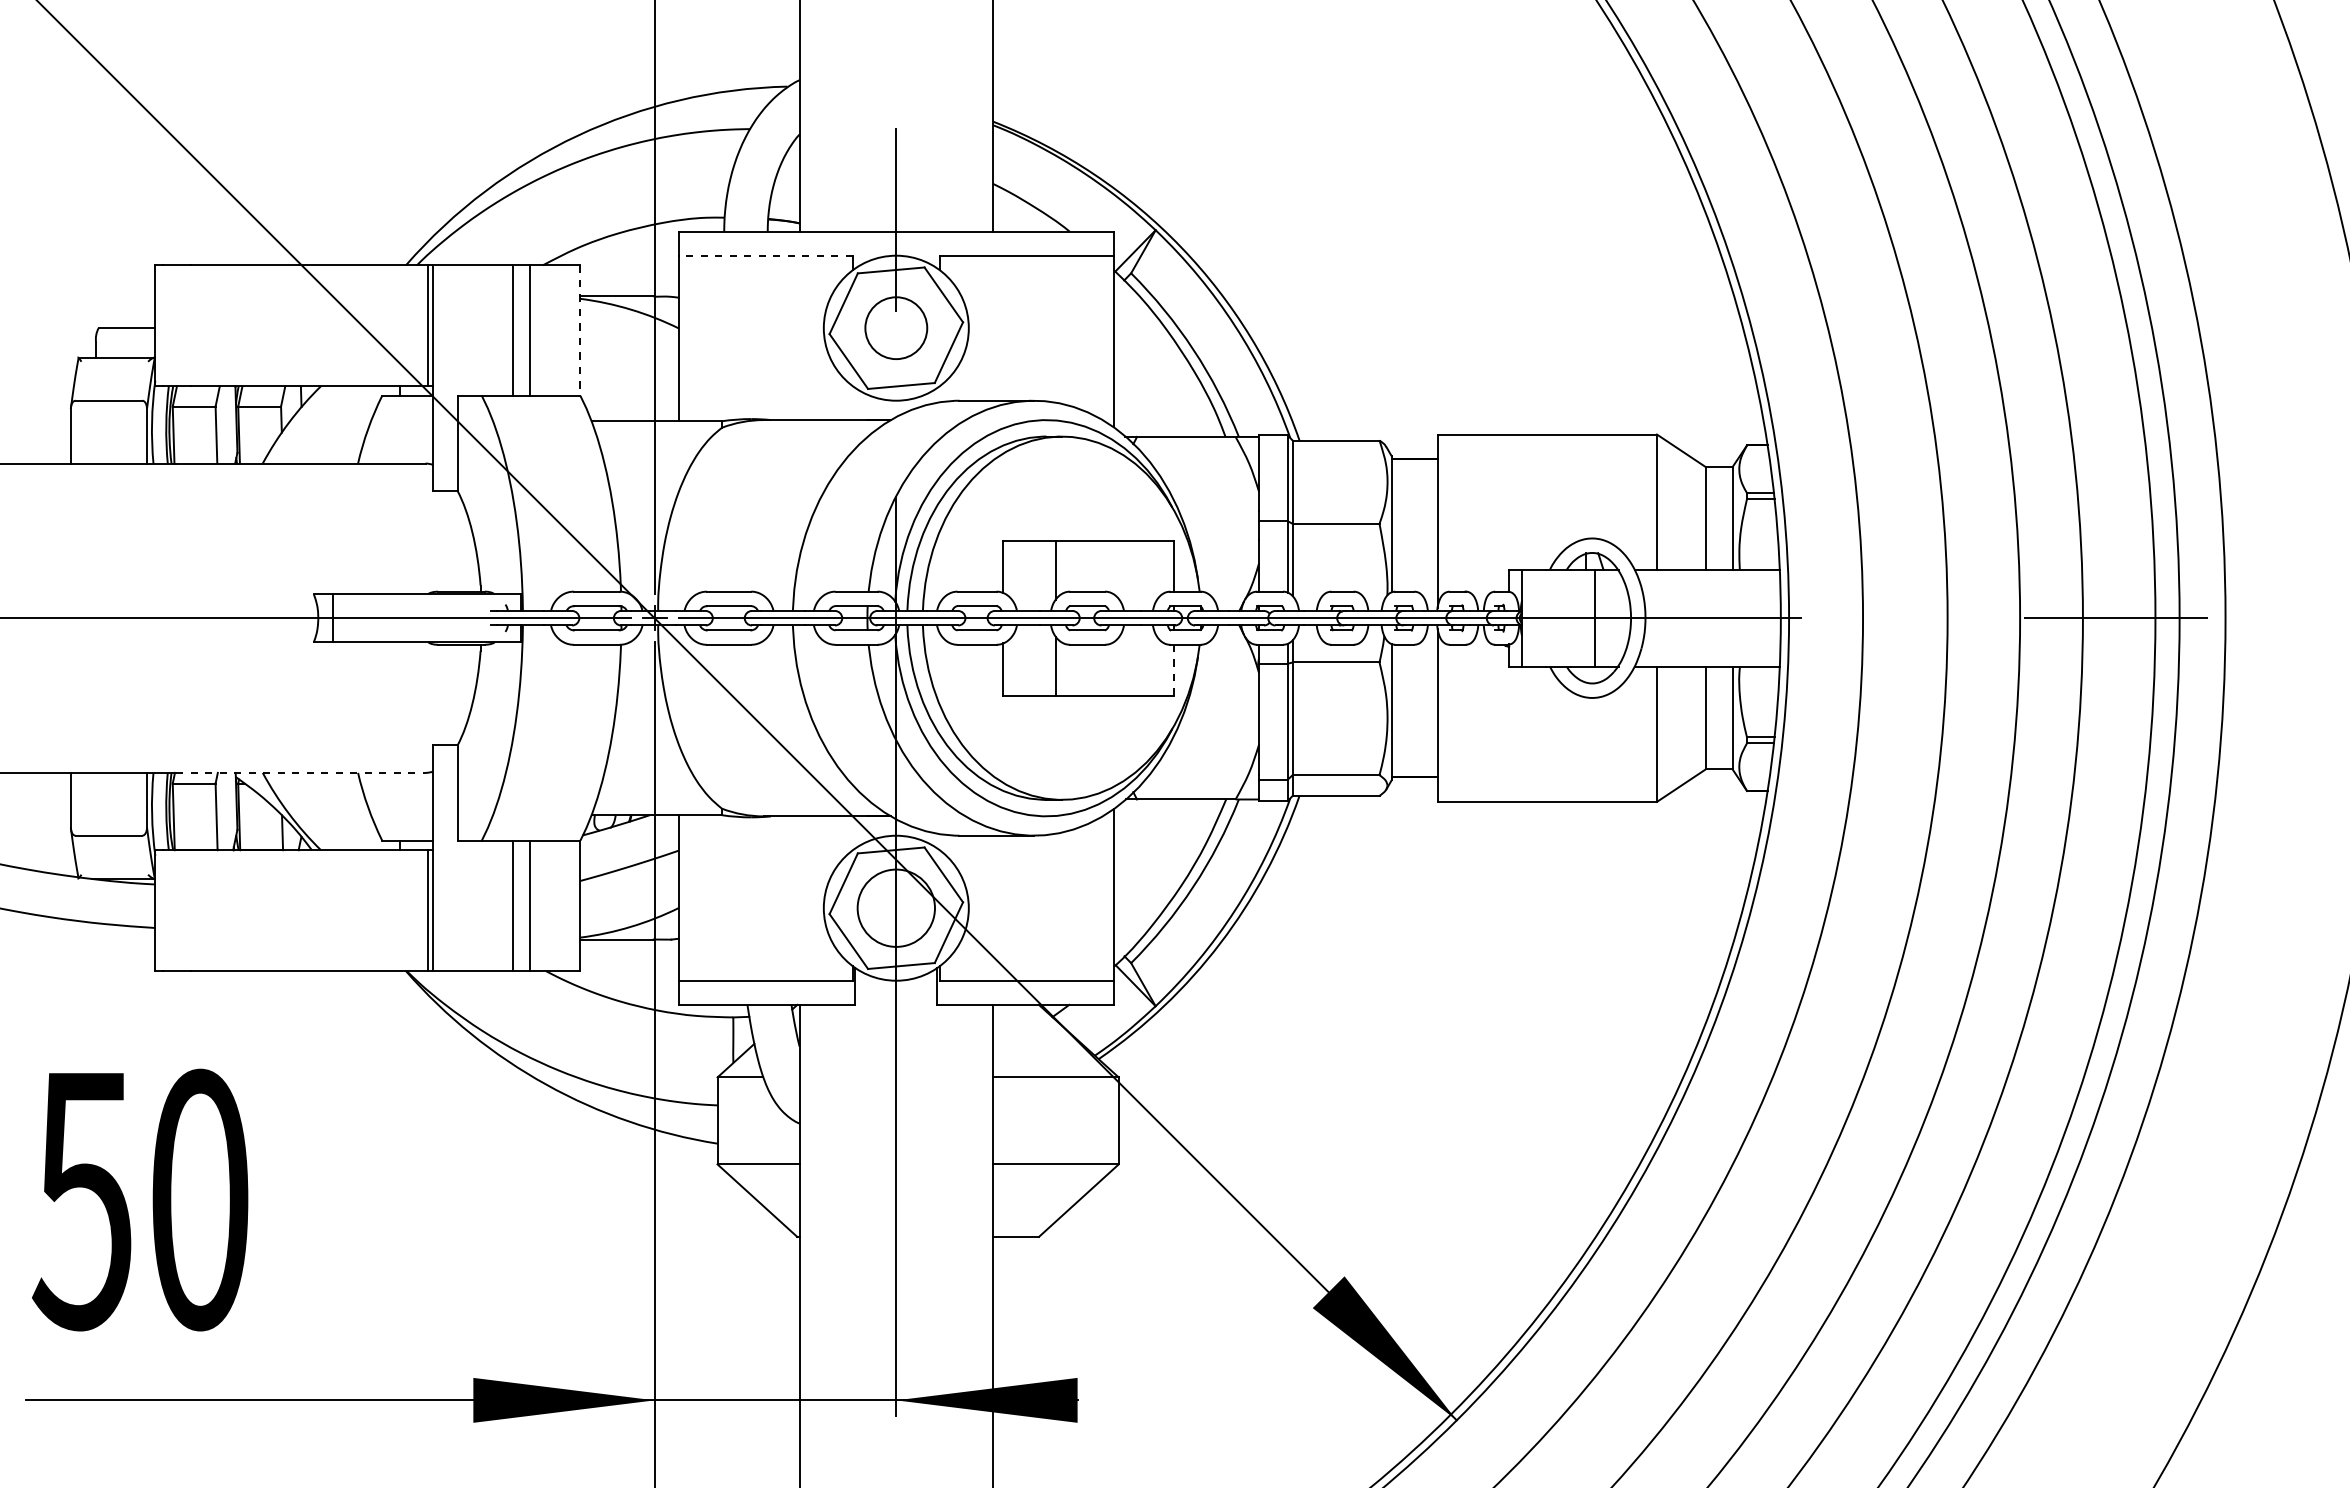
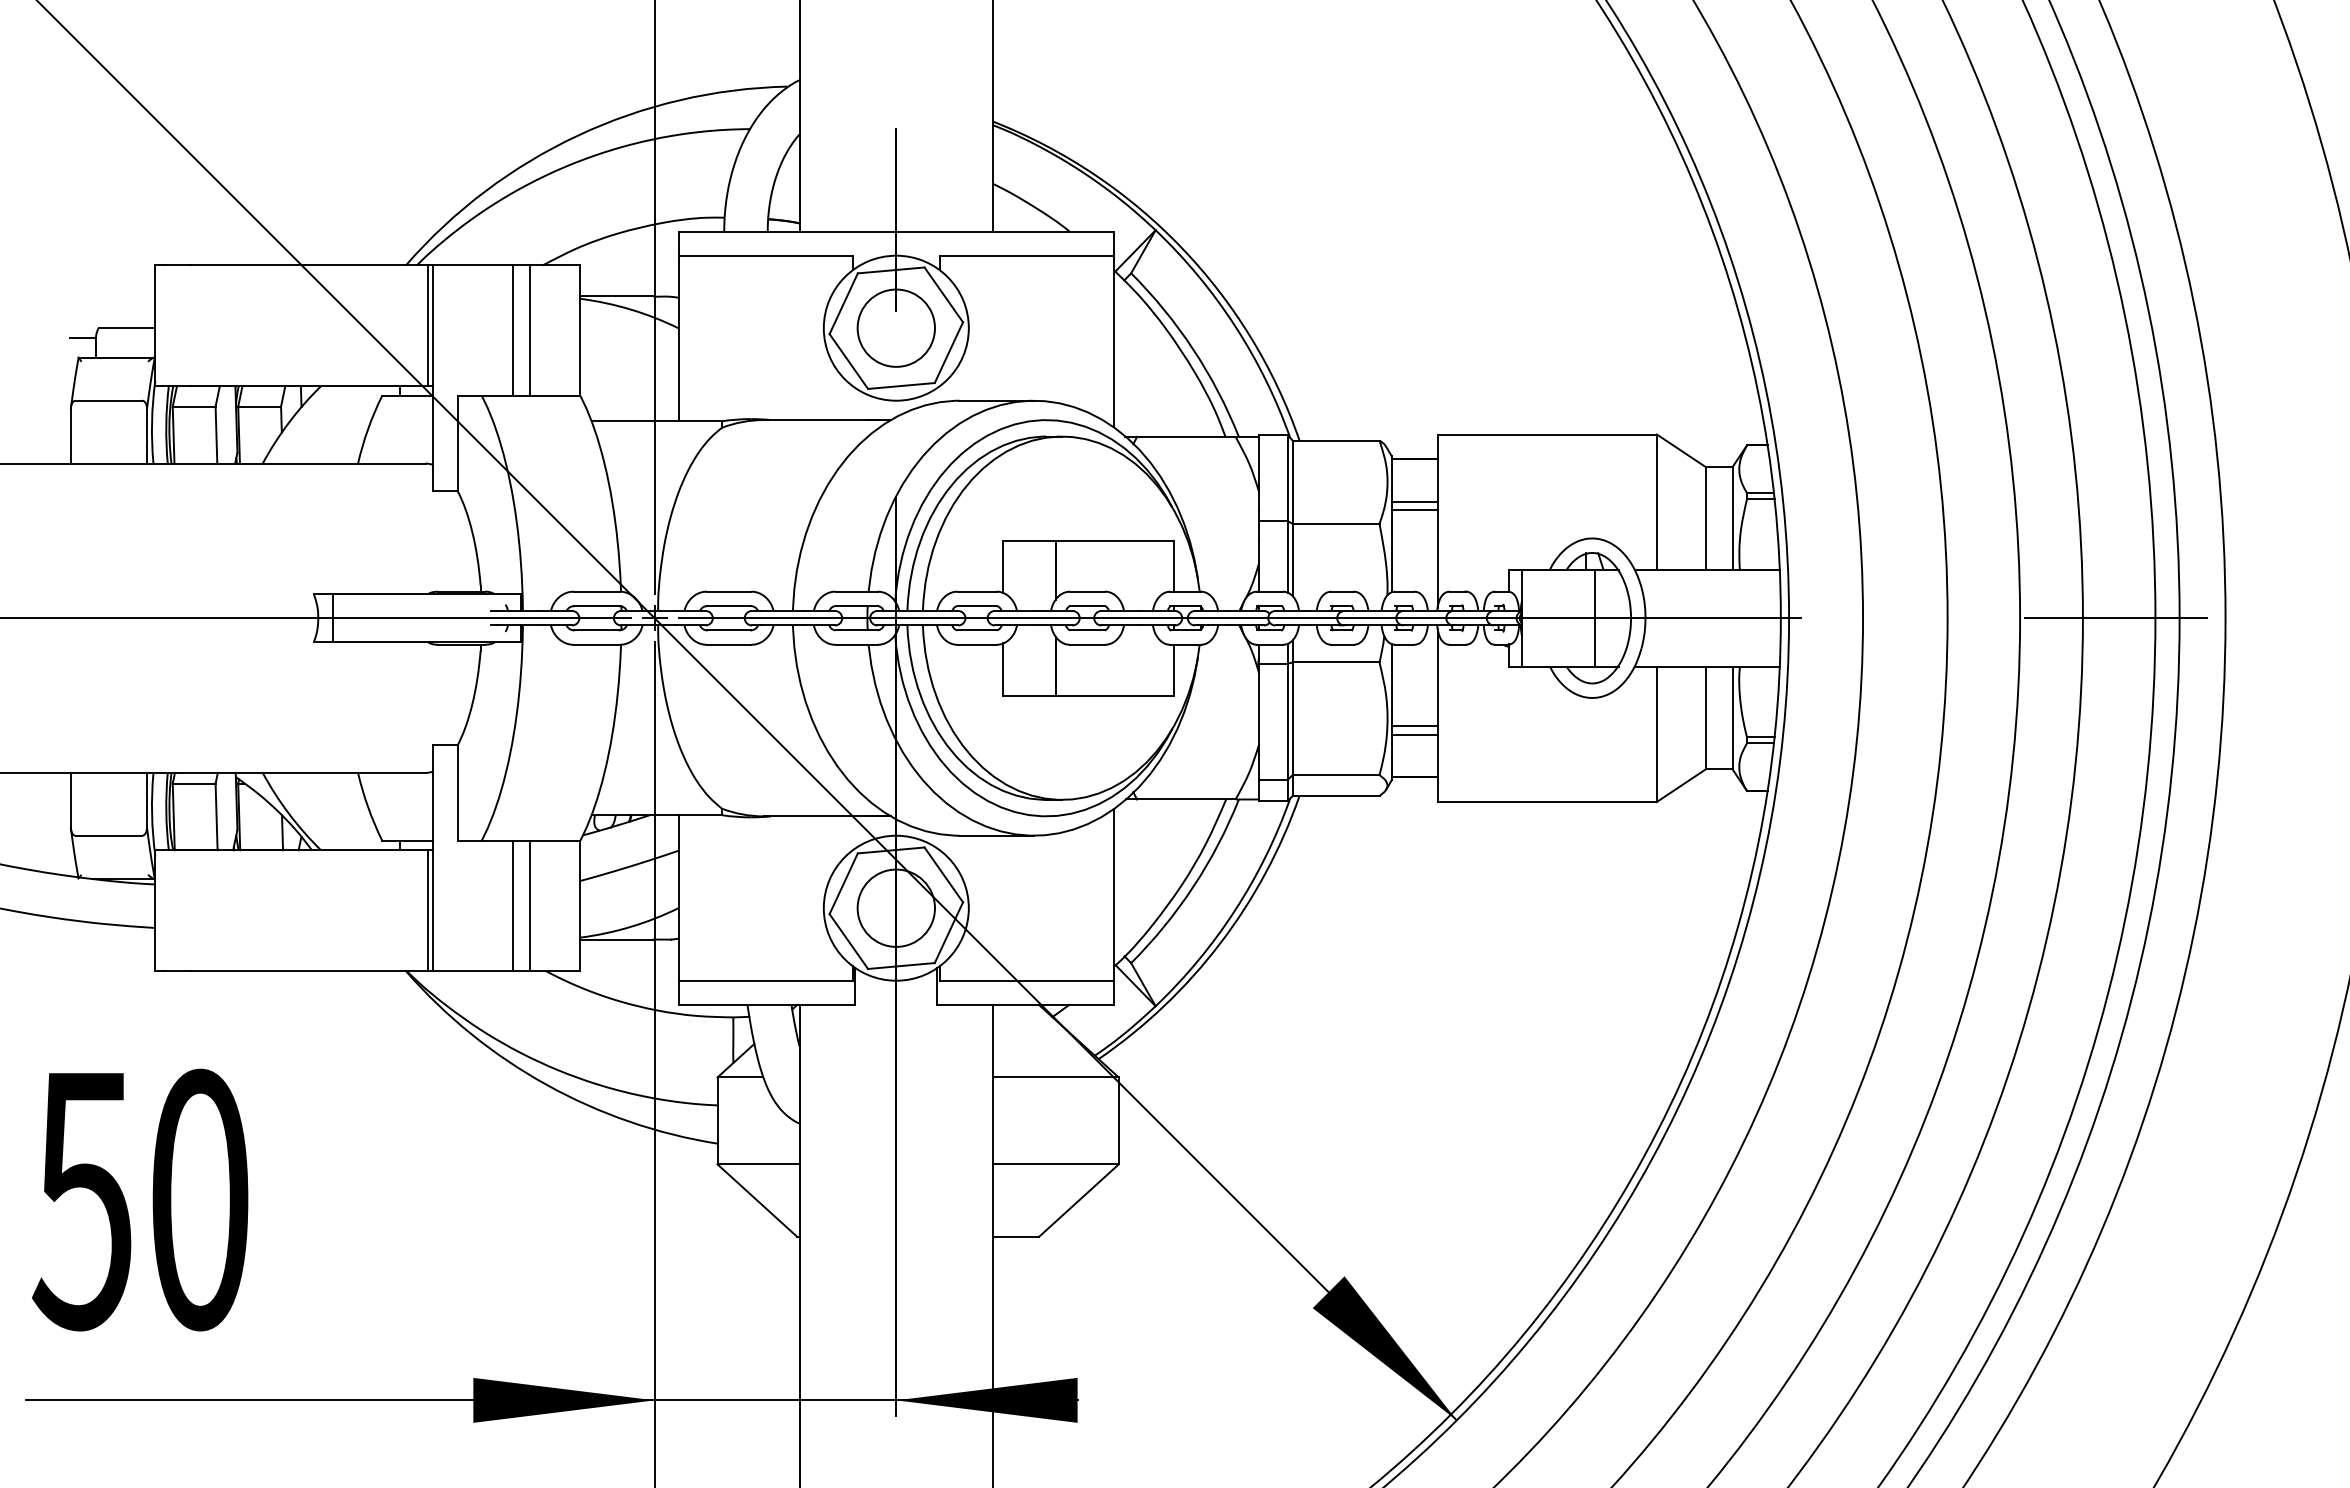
line at (765, 255): dashed -> solid
circle at (896, 328) diameter: 62 px -> 77 px
line at (580, 331): dashed -> solid
line at (83, 337): none -> present
line at (1414, 501): none -> present
line at (1414, 510): none -> present
line at (1174, 670): dashed -> solid
line at (1414, 726): none -> present
line at (1414, 734): none -> present
line at (300, 772): dashed -> solid
